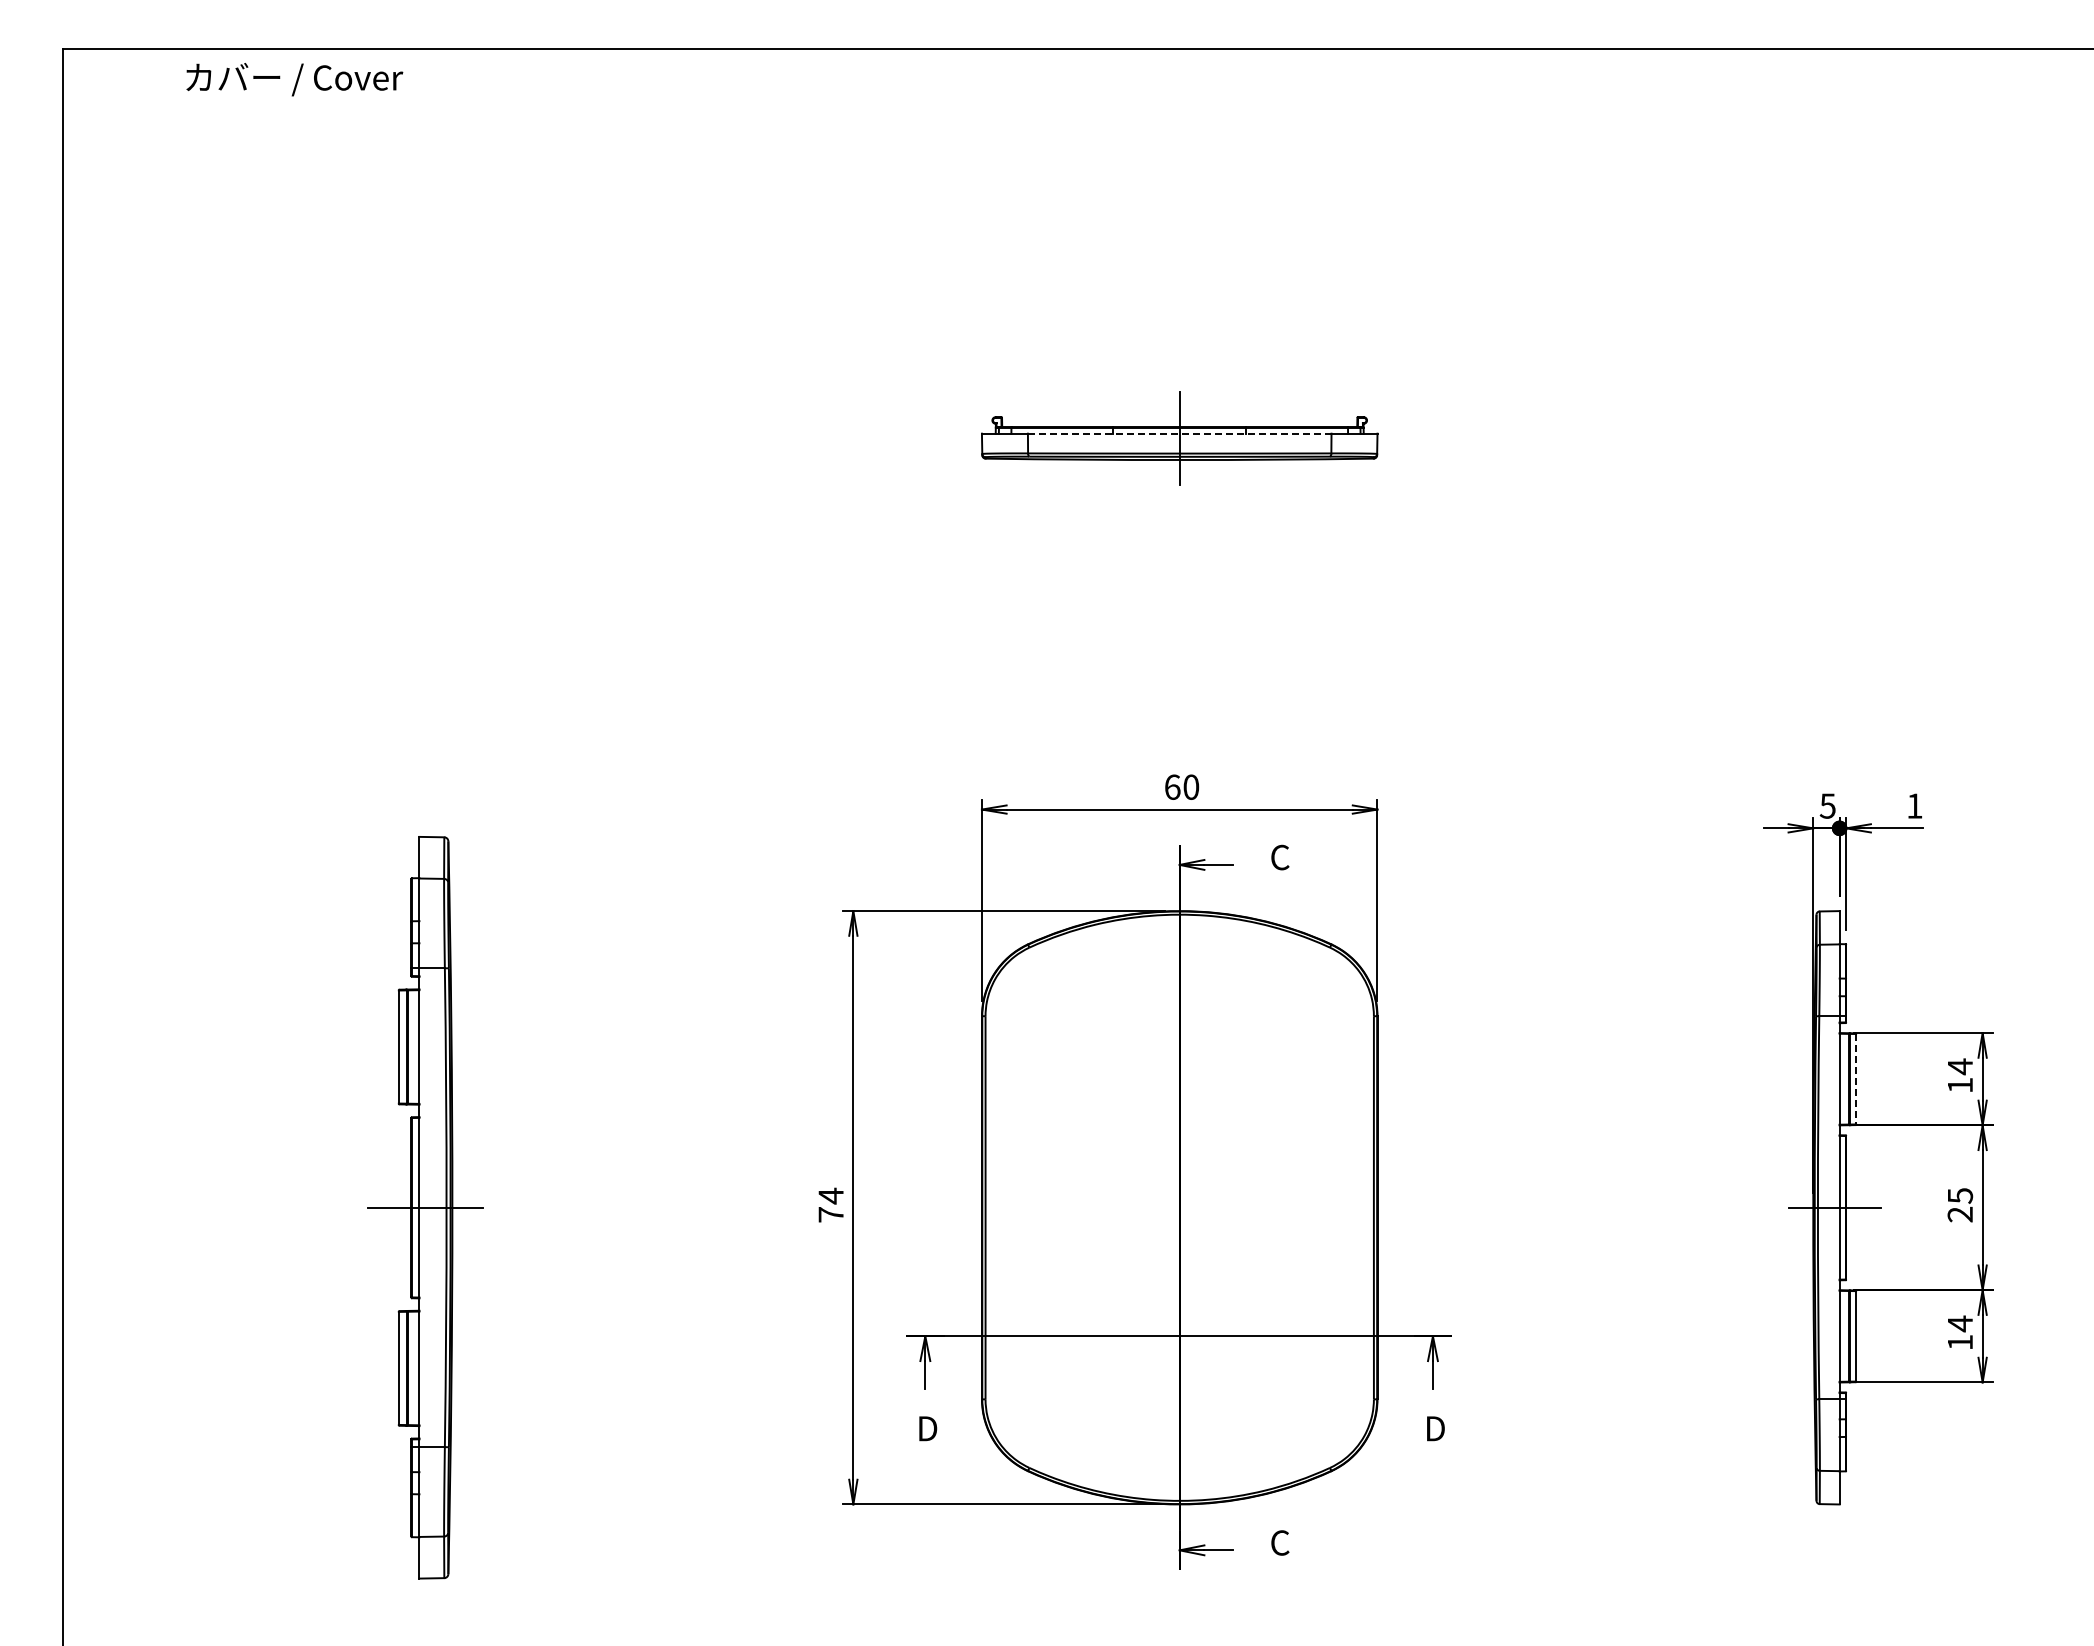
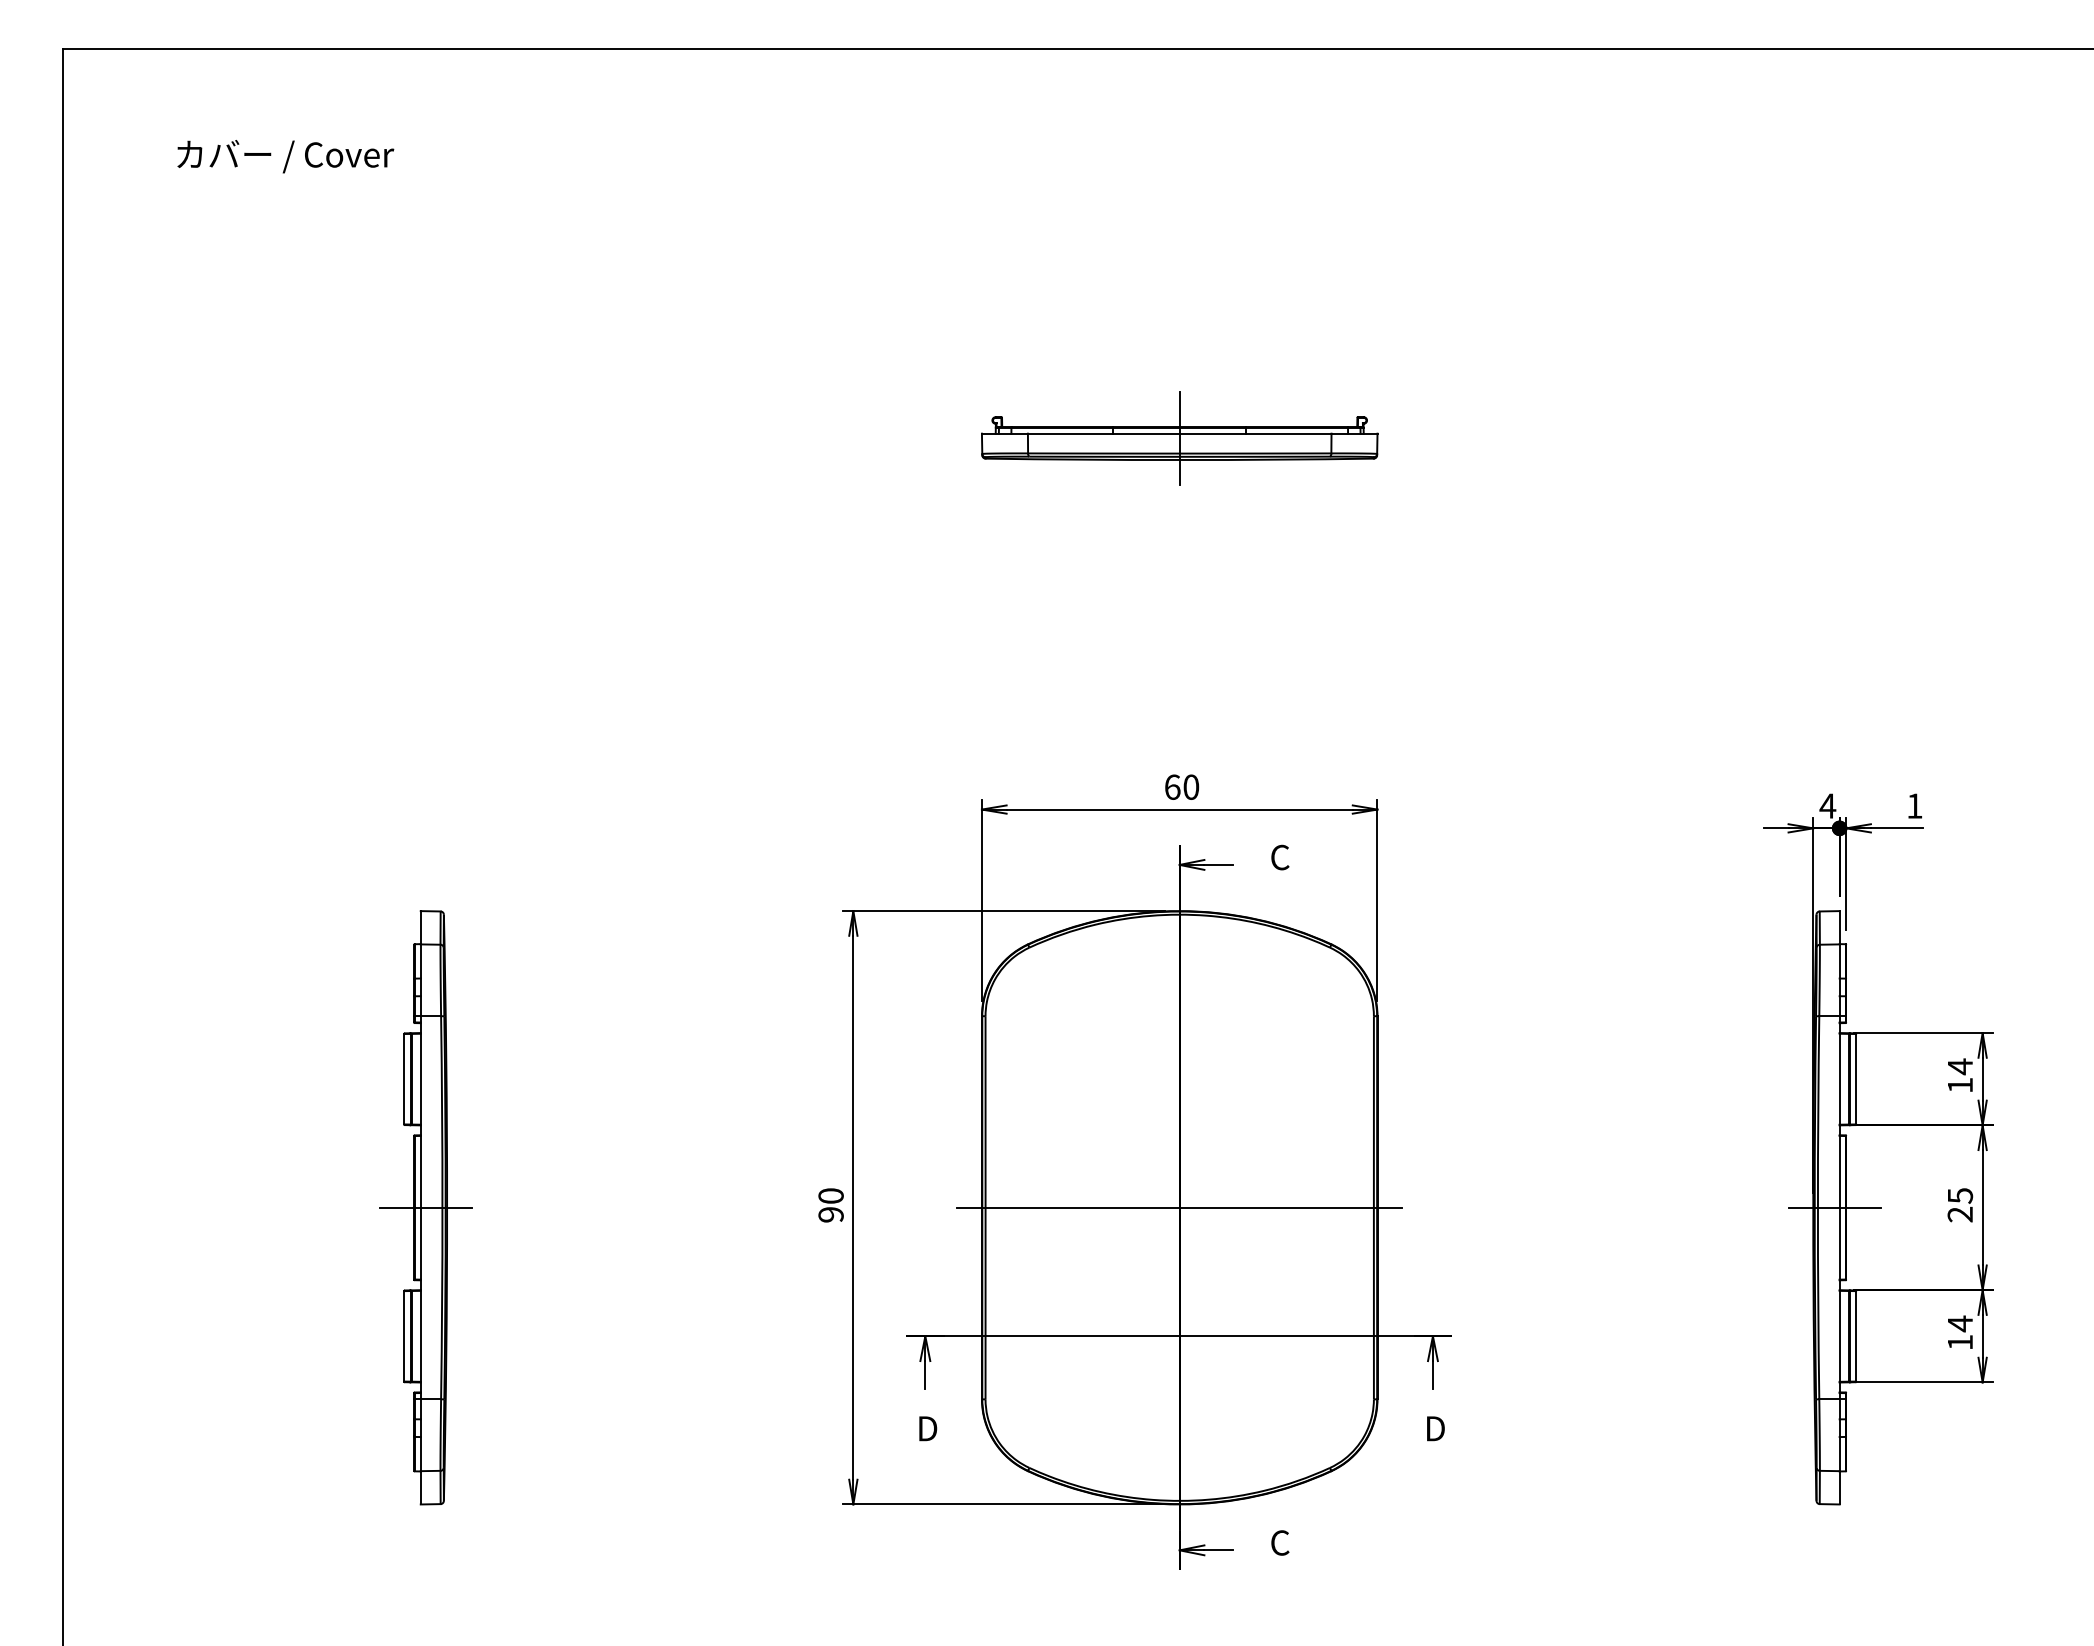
text at (294, 79) position: (294, 79) -> (285, 156)
line at (1179, 433): dashed -> solid
text at (1827, 805): 5 -> 4
line at (1856, 1079): dashed -> solid
text at (830, 1204): 74 -> 90
part at (425, 1207) size: 117x744 px -> 94x596 px
line at (1179, 1207): none -> present
